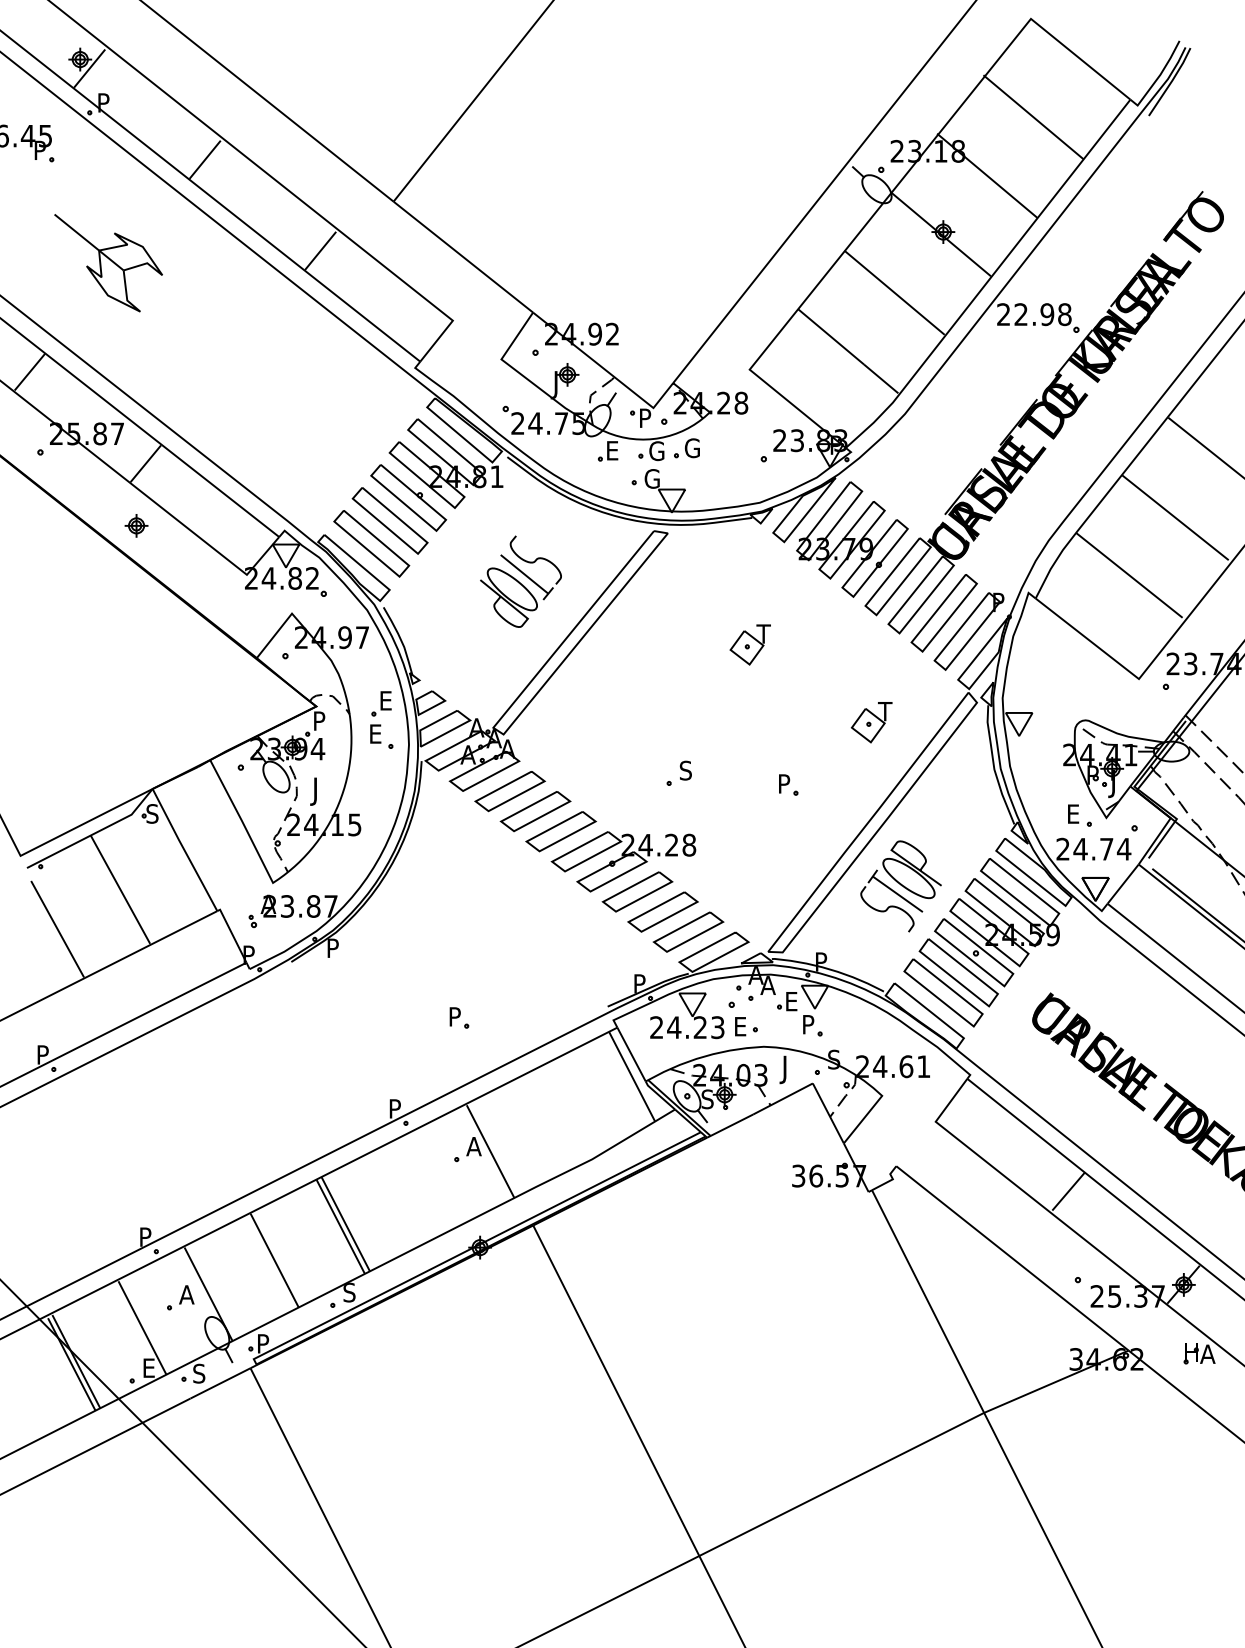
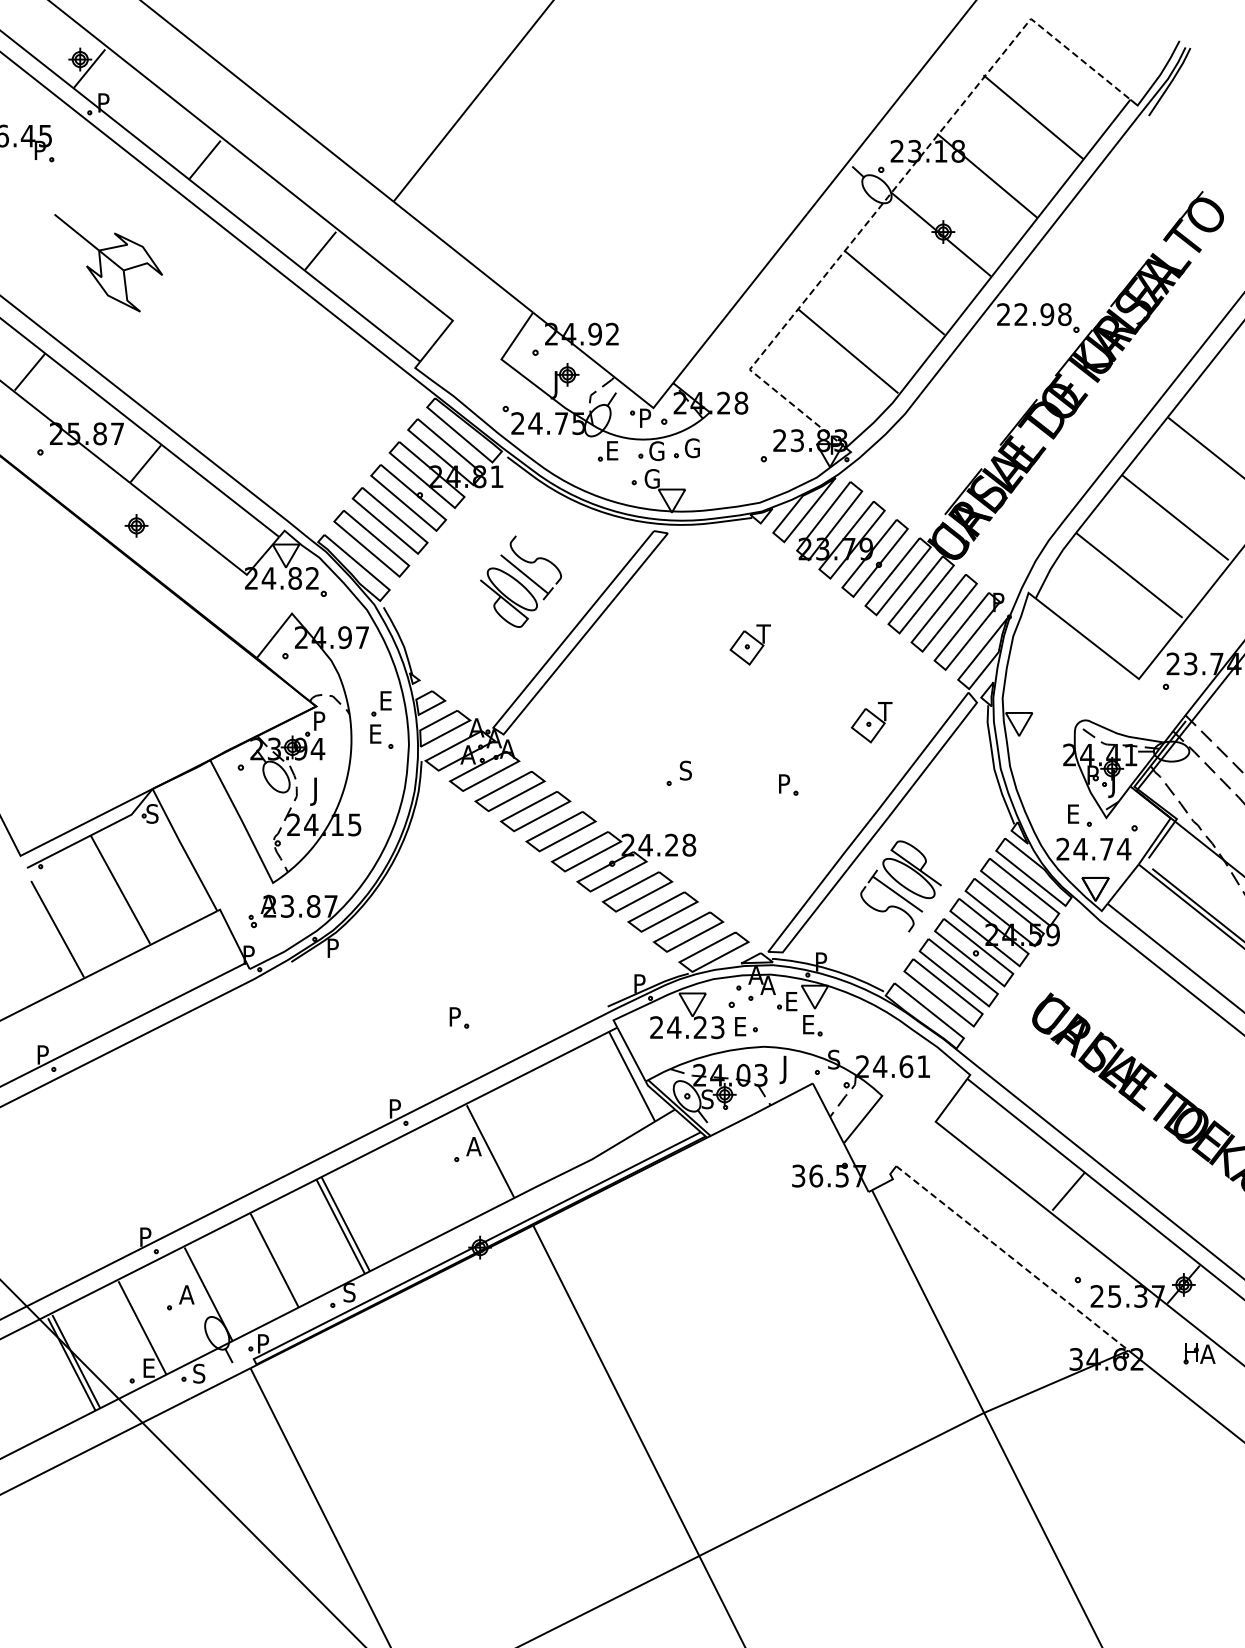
line at (892, 191): solid -> dashed
text at (809, 1024): P -> E
line at (1012, 1258): solid -> dashed
